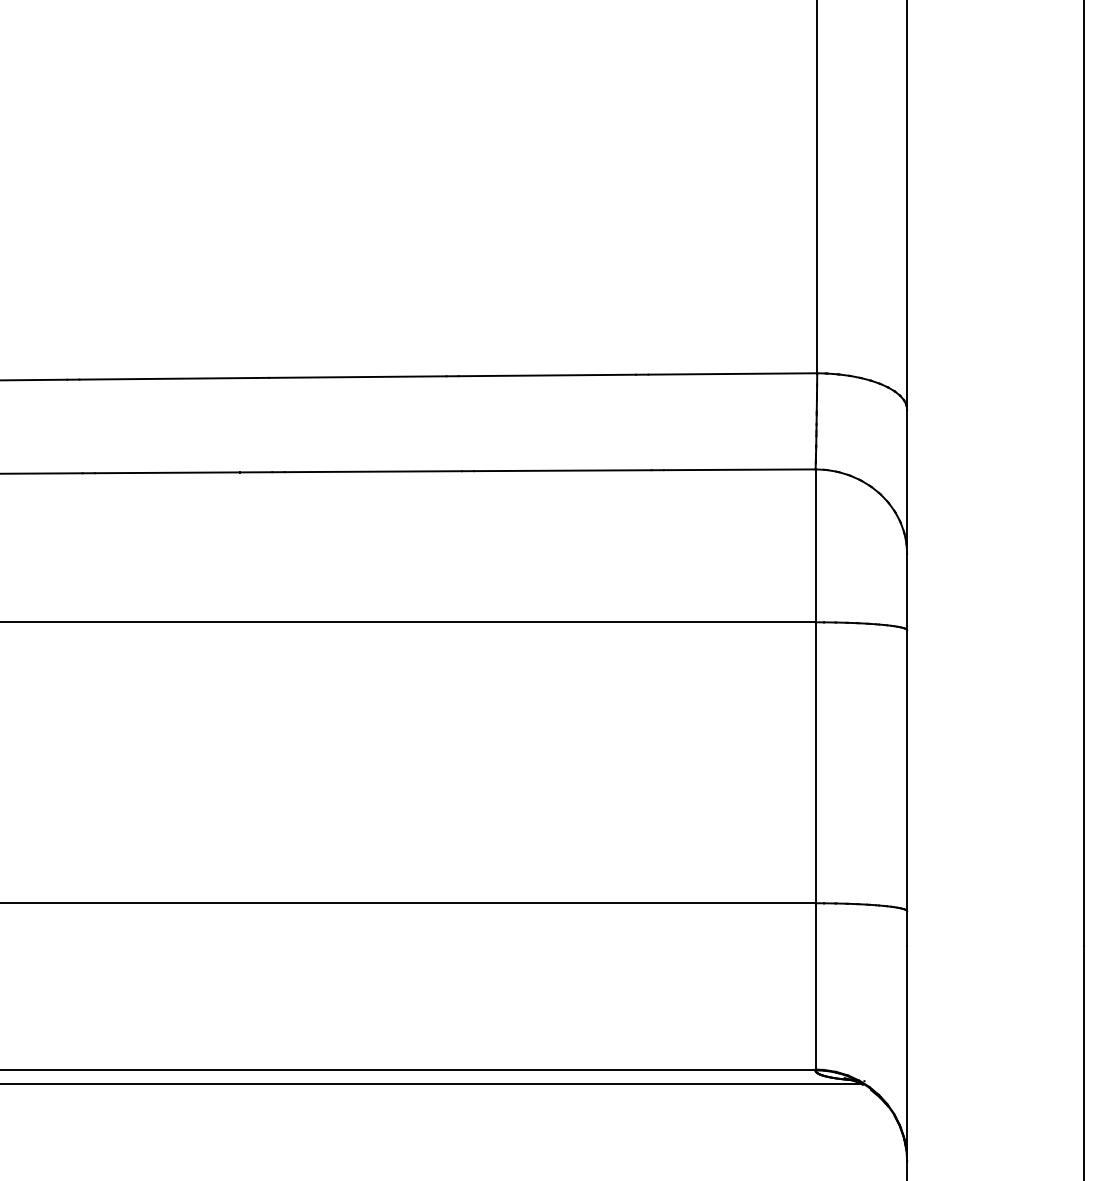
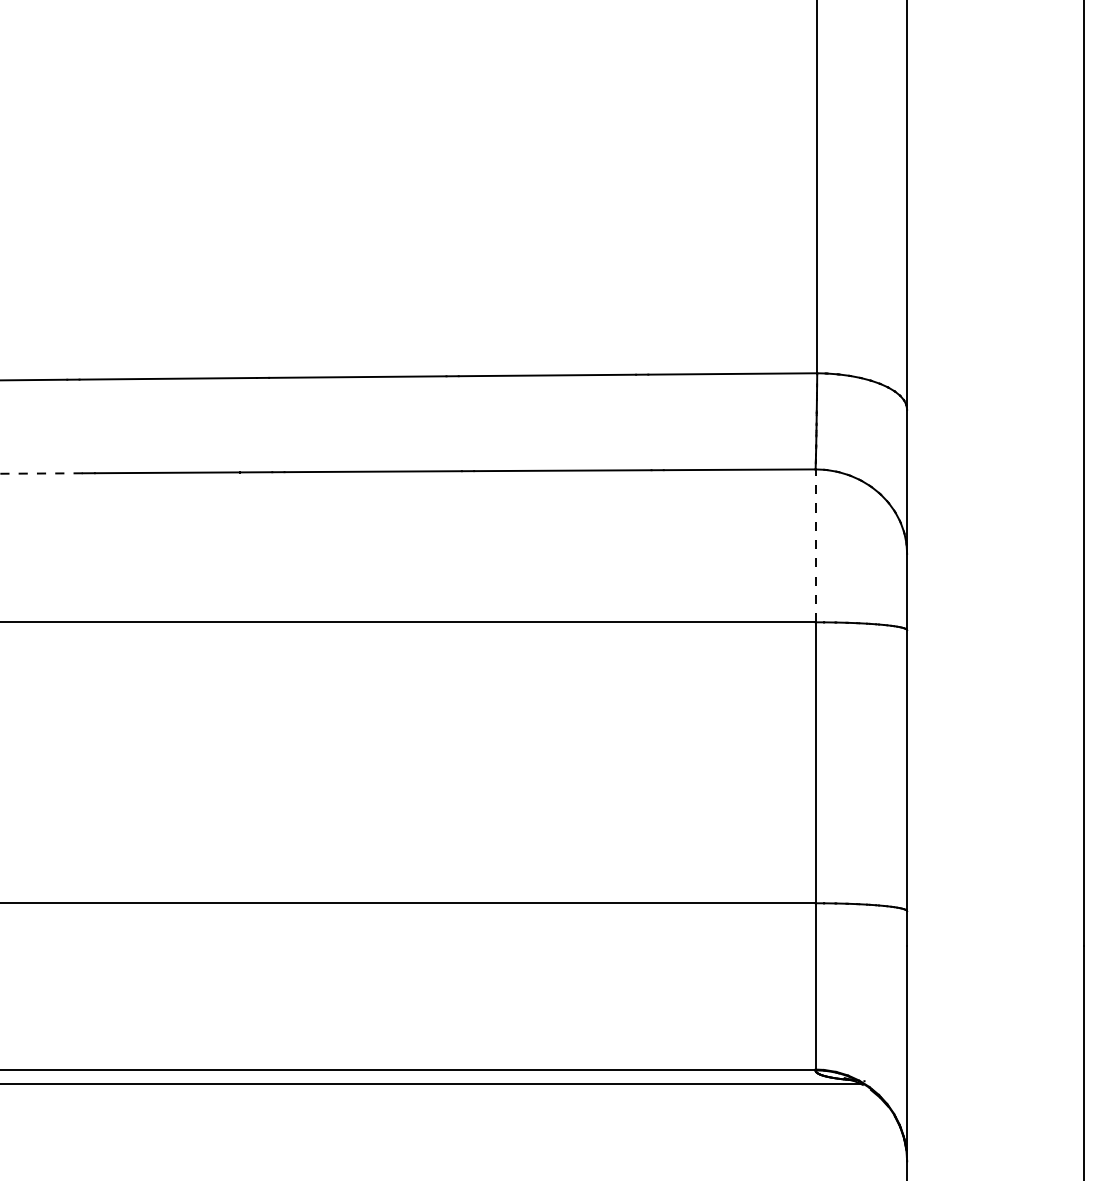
line at (41, 473): solid -> dashed
line at (815, 545): solid -> dashed
